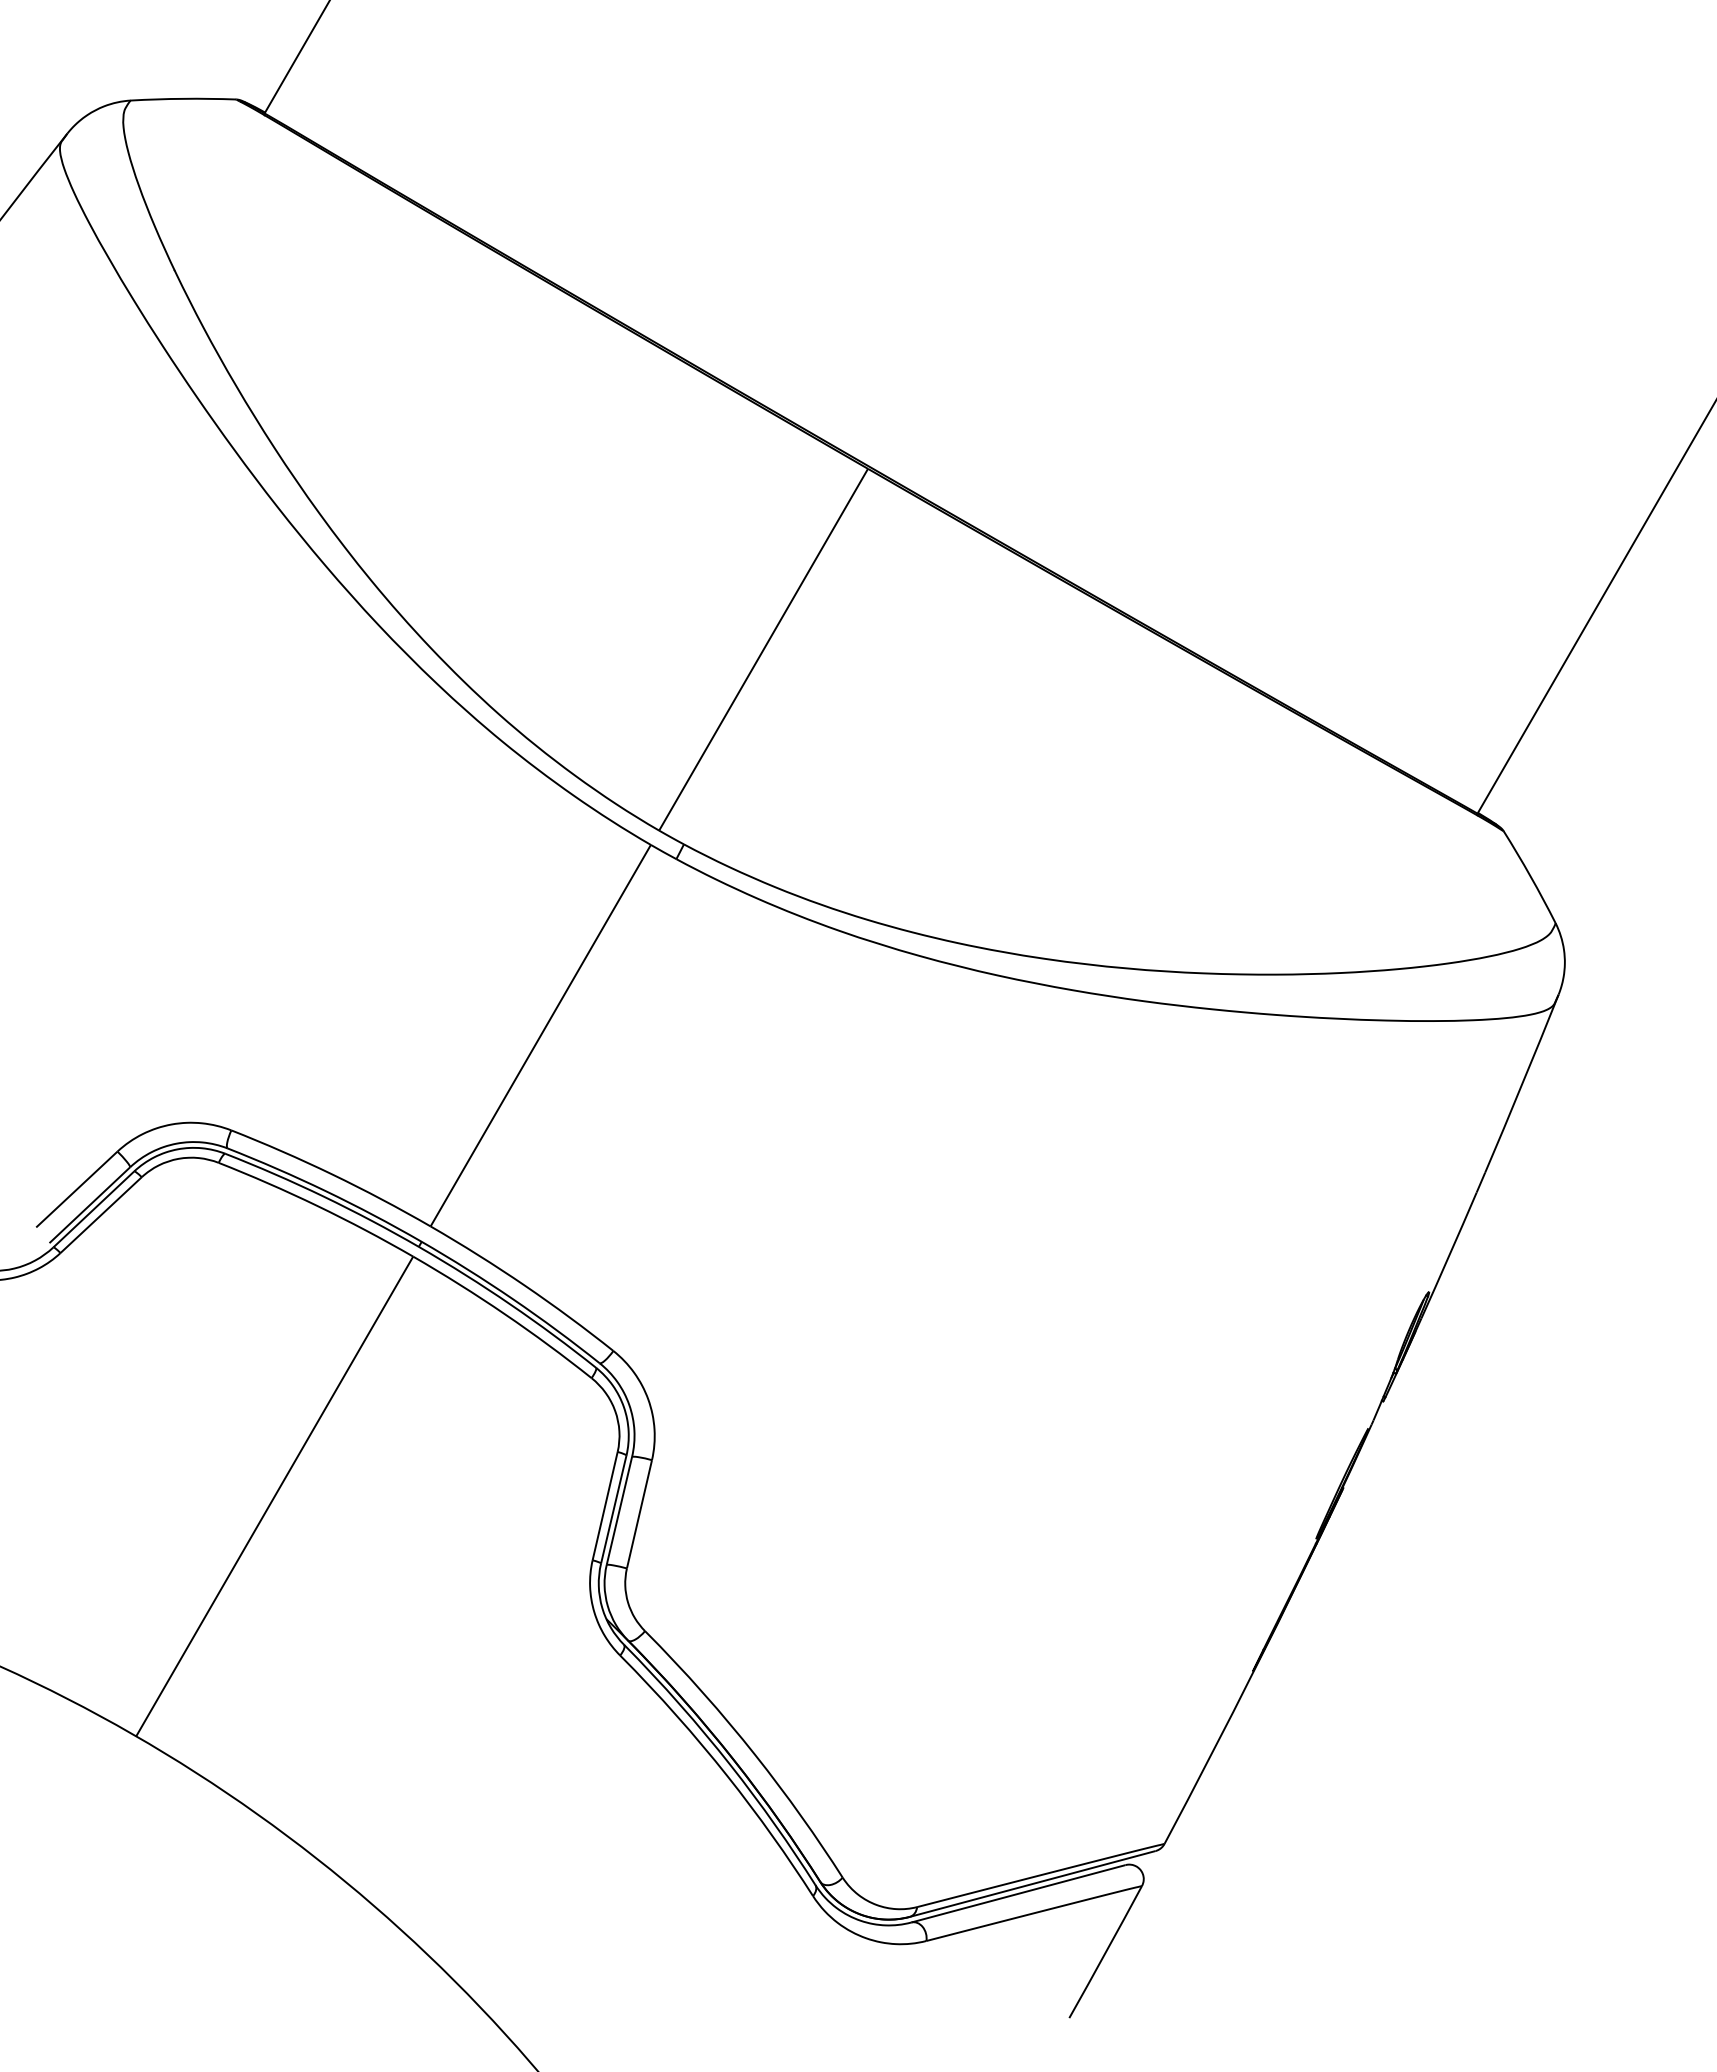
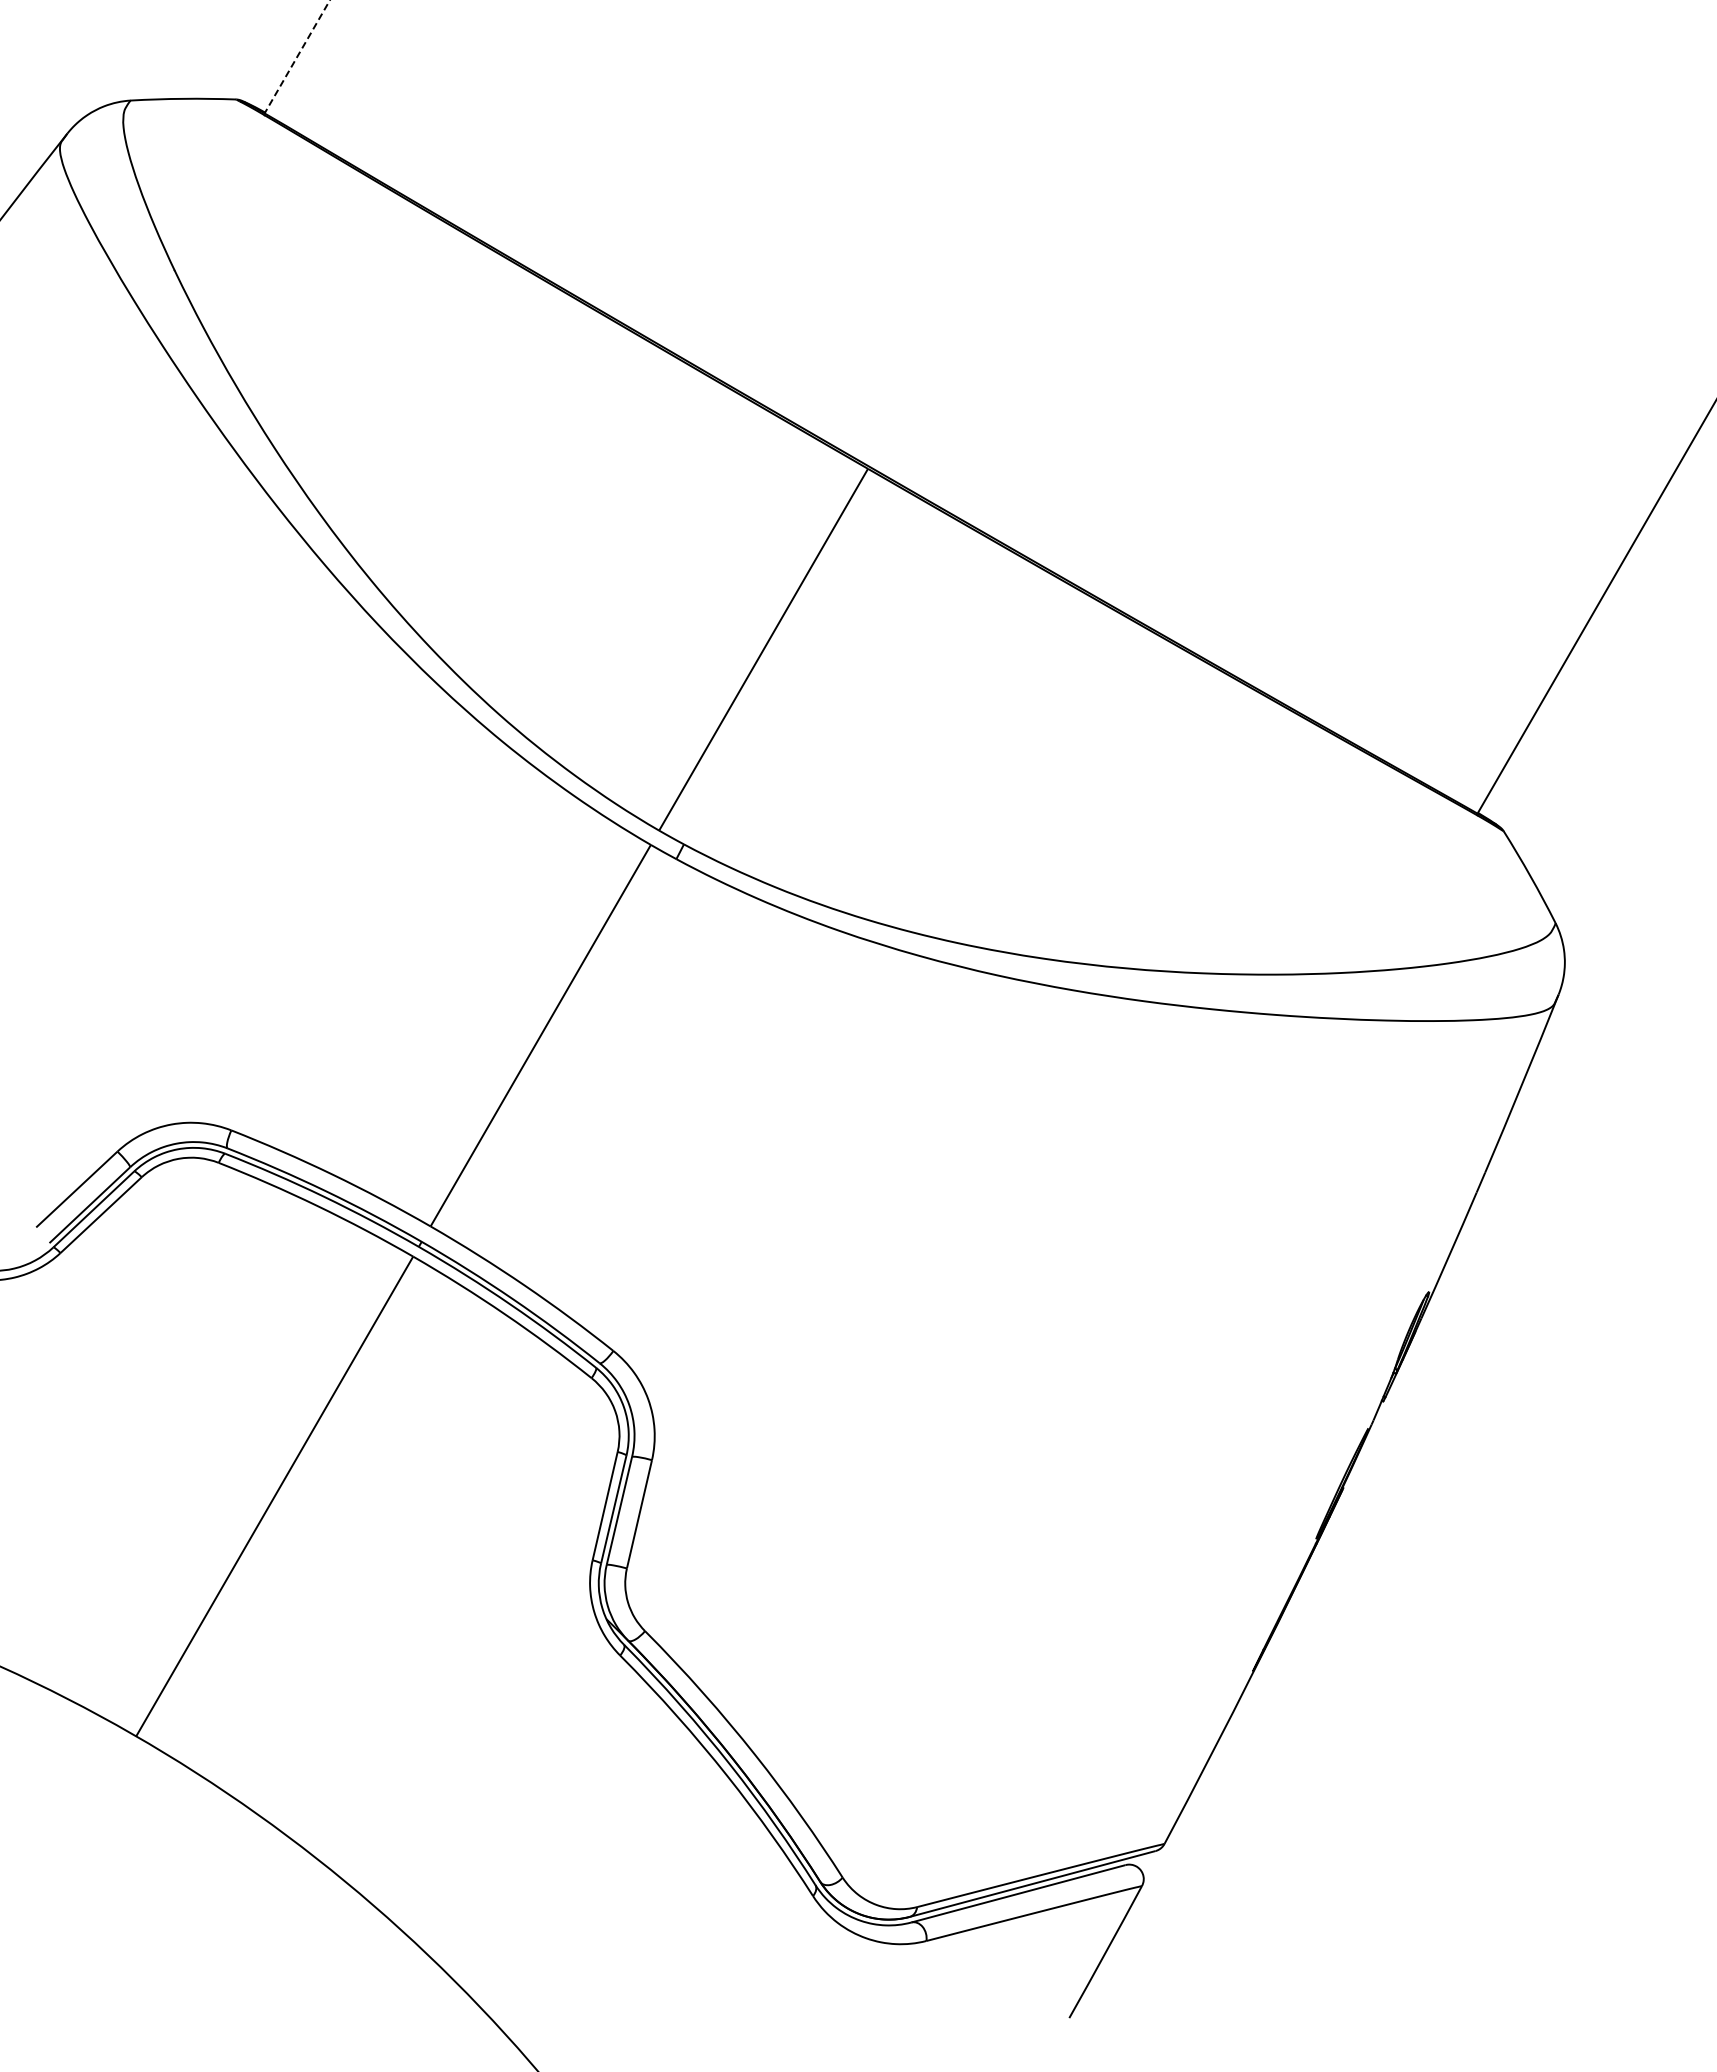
line at (297, 57): solid -> dashed
